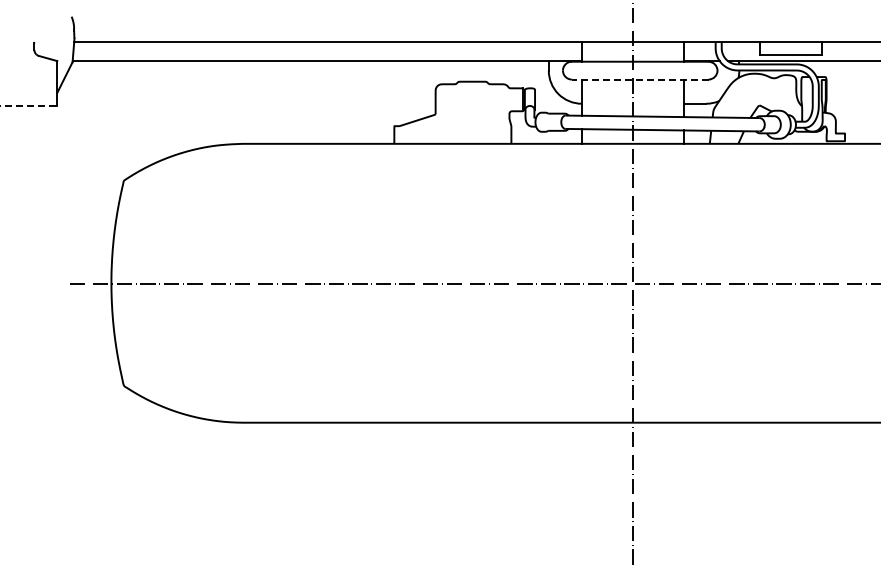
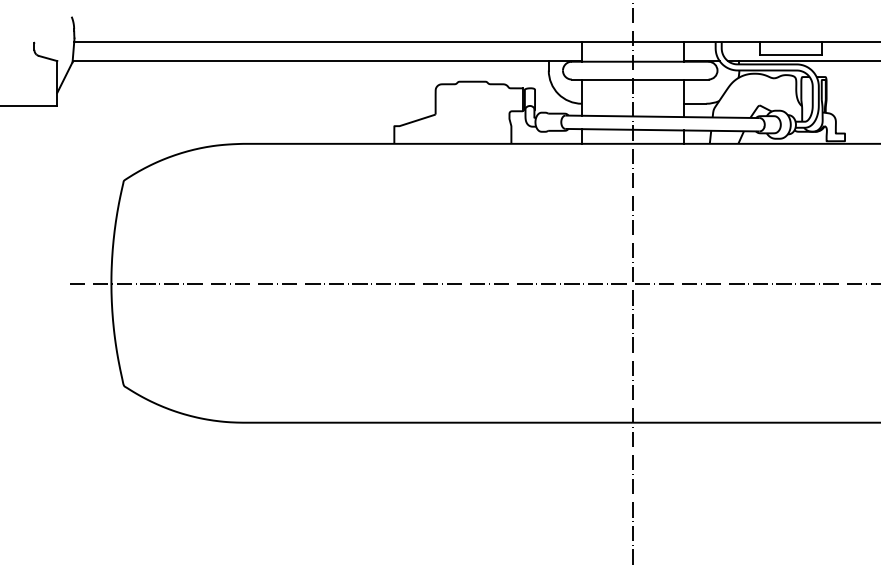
line at (639, 79): dashed -> solid
line at (29, 105): dashed -> solid
